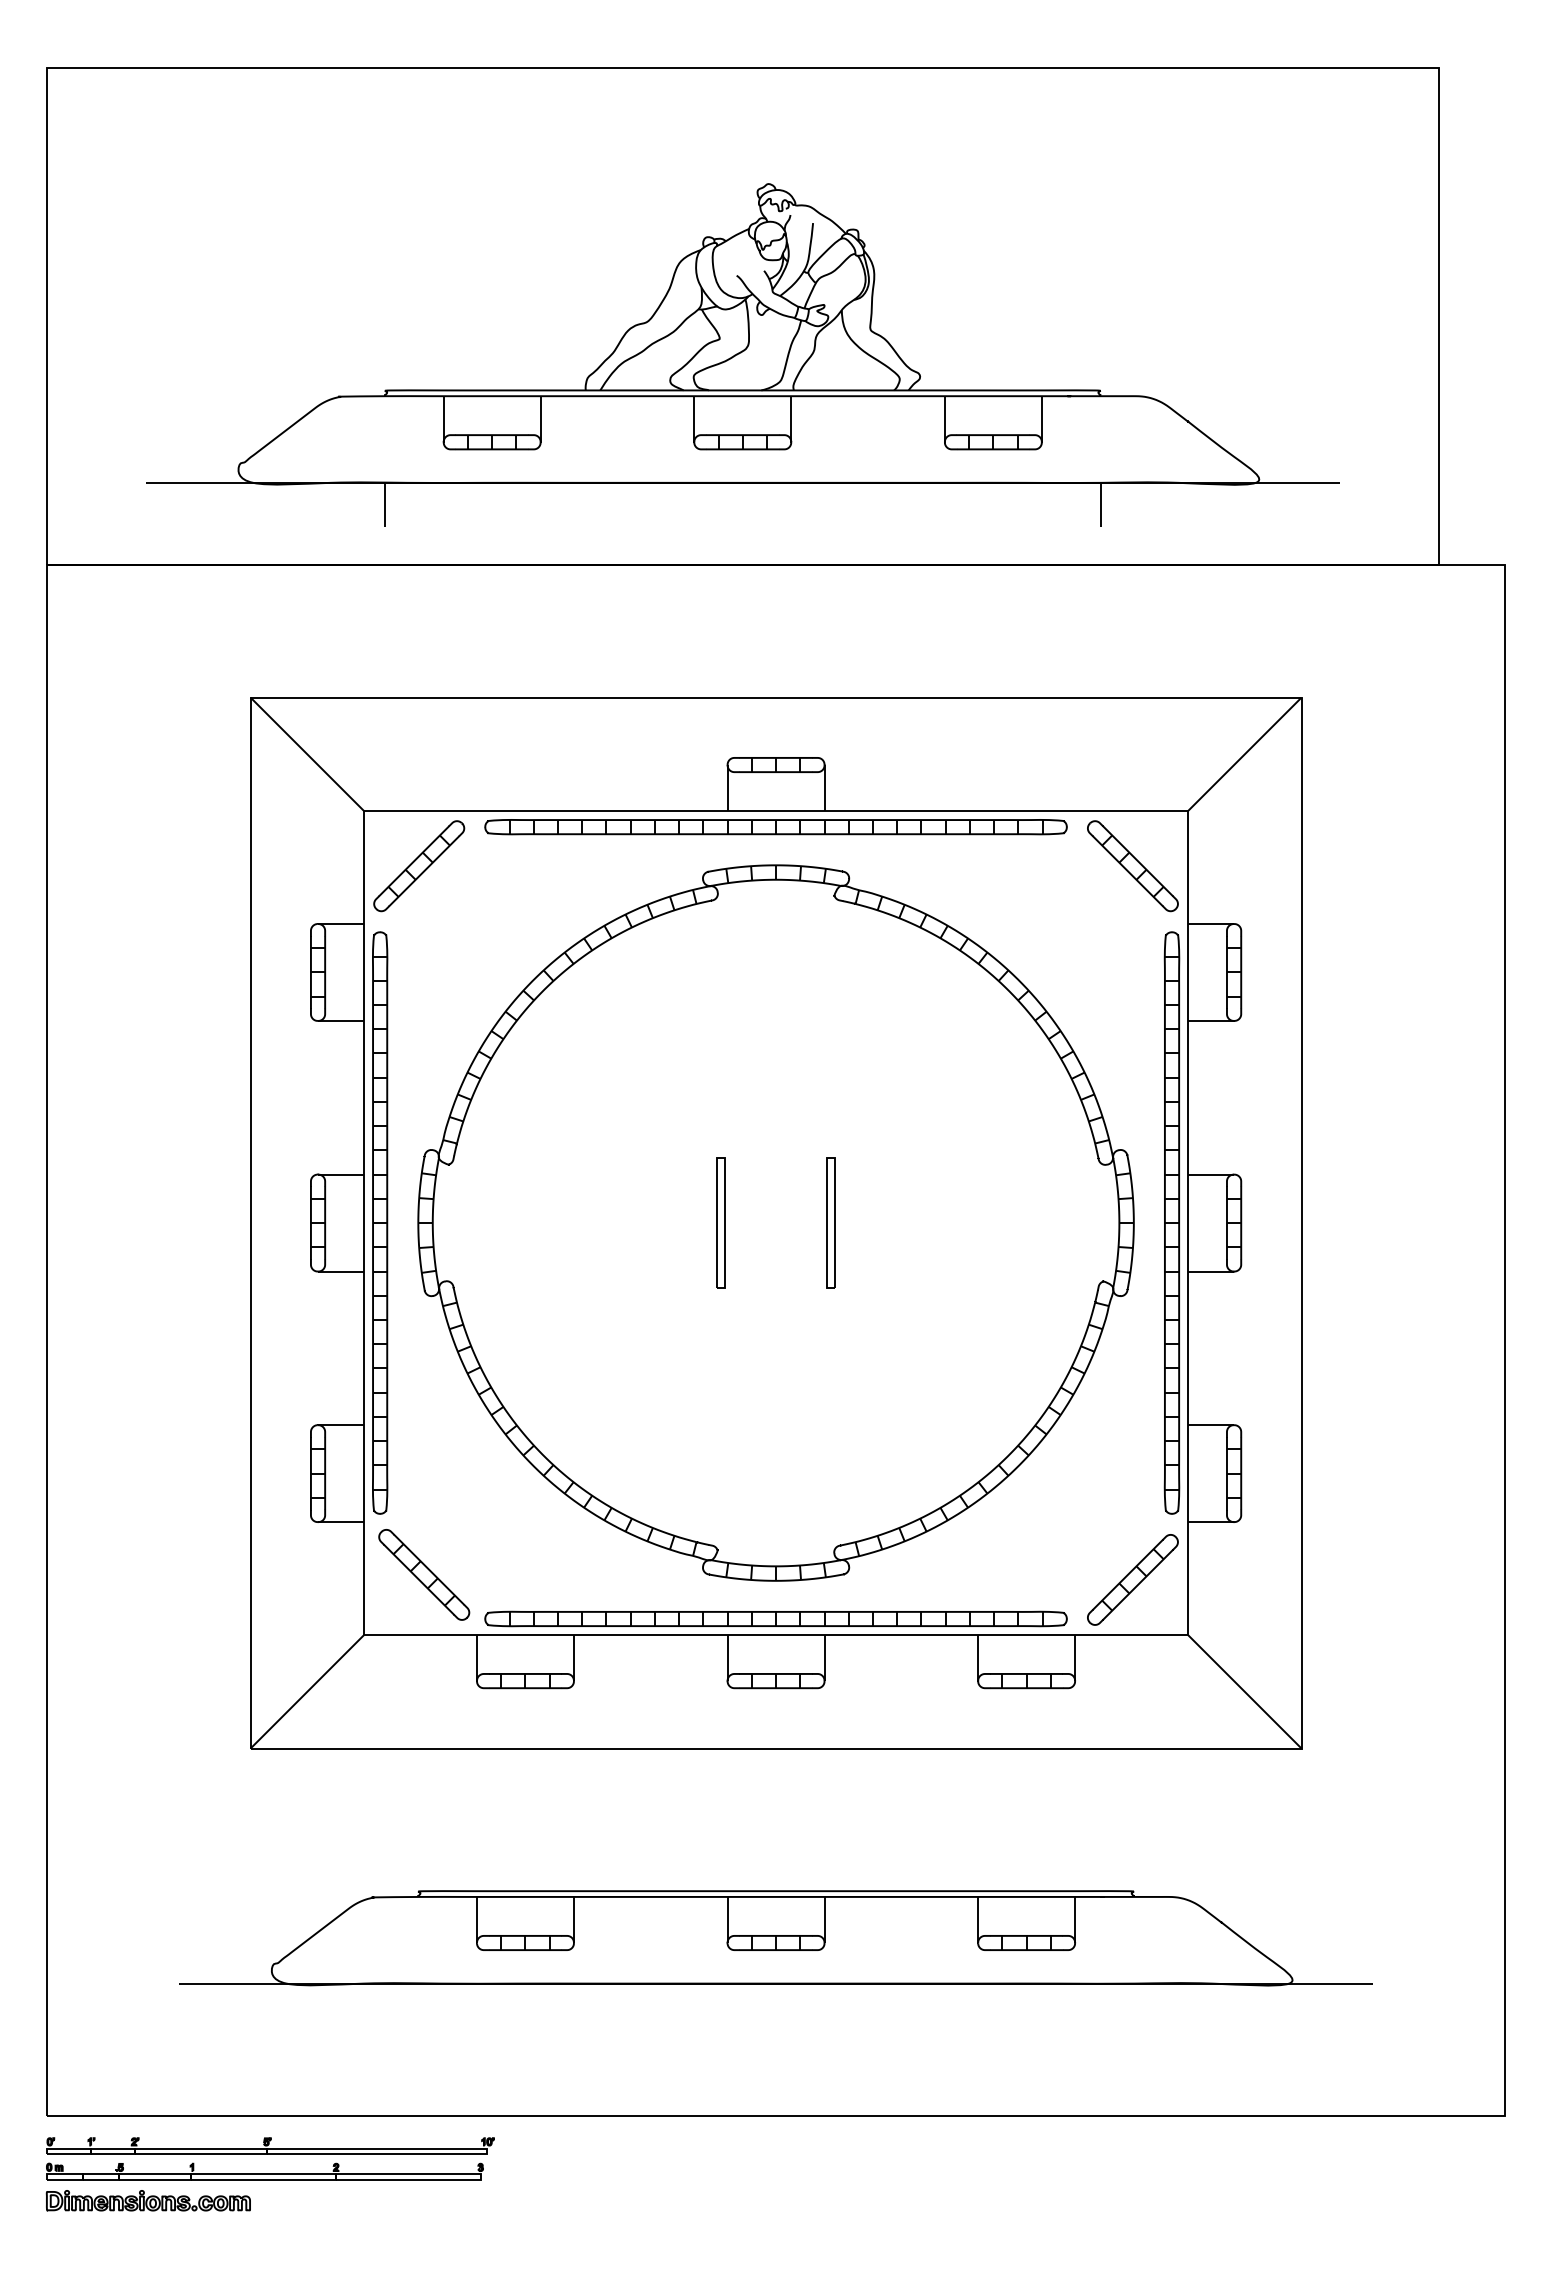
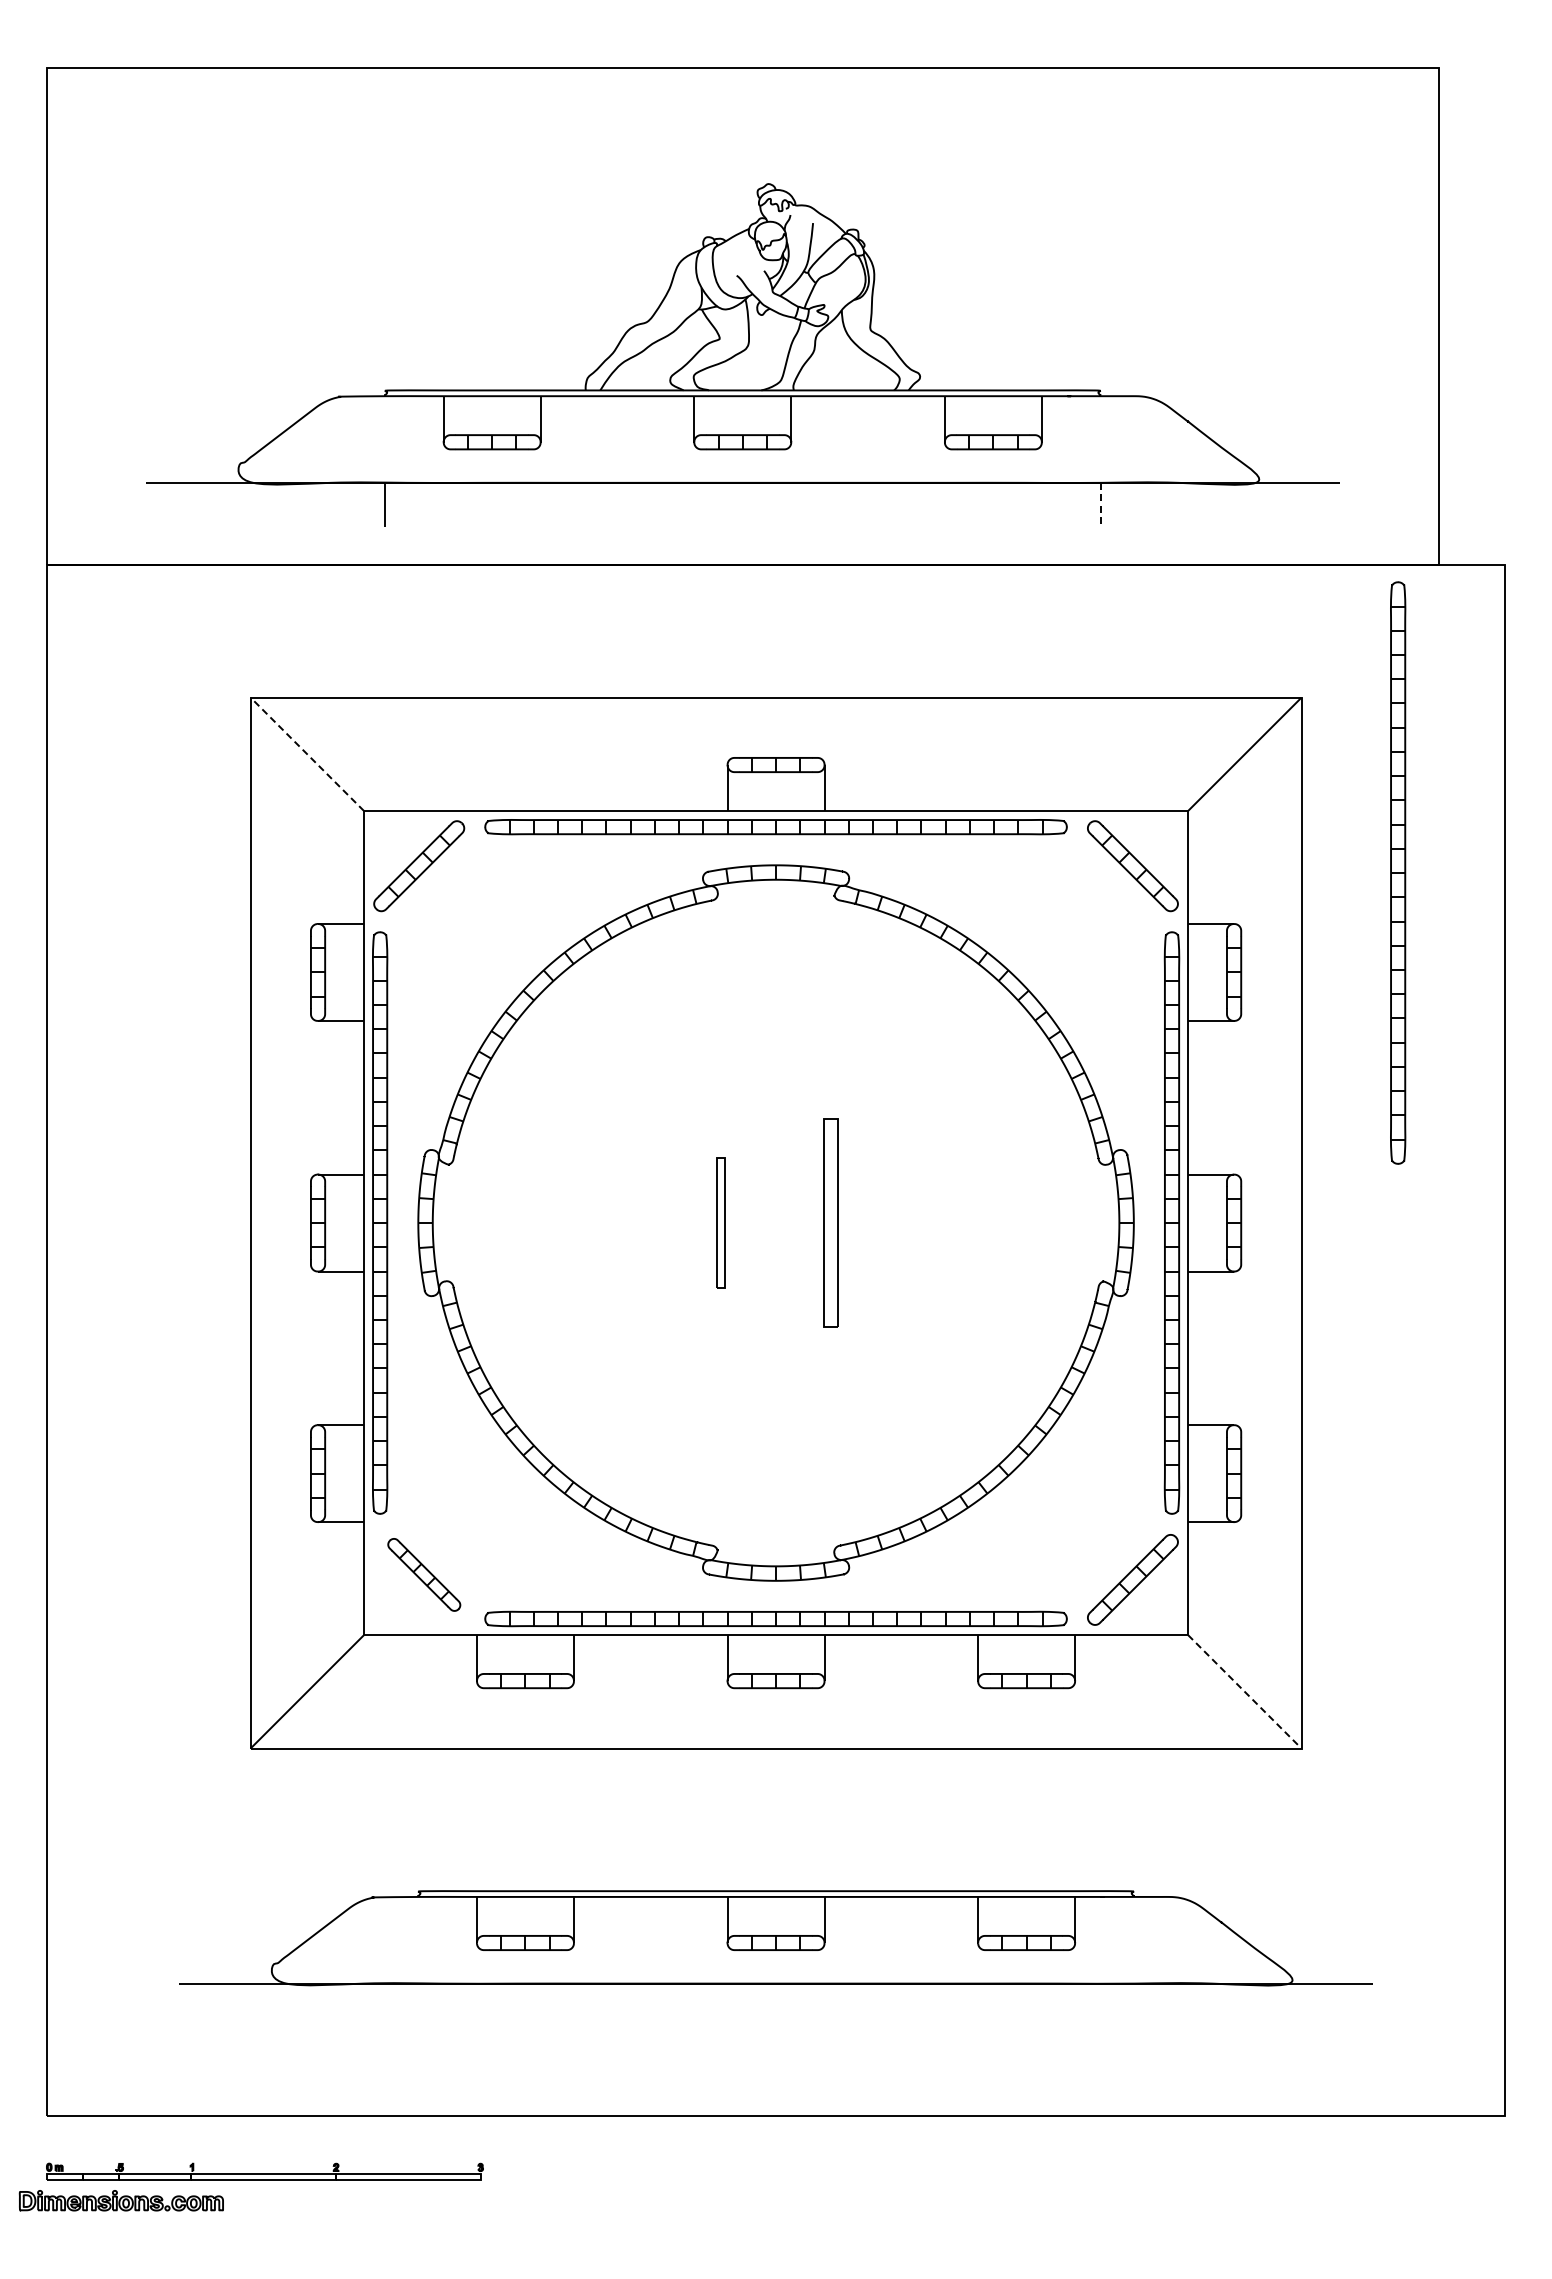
line at (1100, 505): solid -> dashed
line at (307, 754): solid -> dashed
part at (1398, 872): none -> present
part at (830, 1222) size: 10x132 px -> 16x210 px
part at (424, 1574) size: 93x92 px -> 75x74 px
line at (1245, 1692): solid -> dashed
part at (270, 2145): present -> none
part at (147, 2200) position: (147, 2200) -> (120, 2200)
